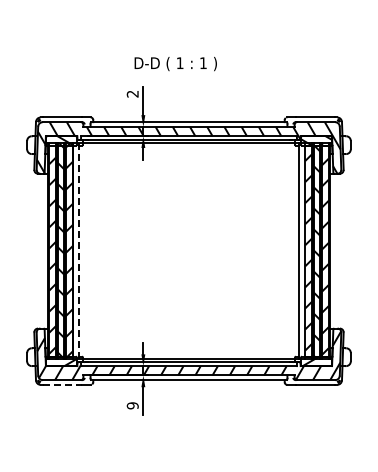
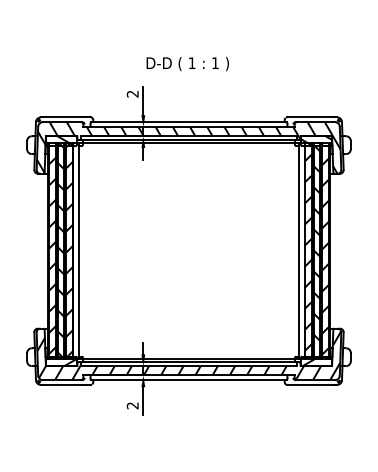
text at (175, 64) position: (175, 64) -> (187, 64)
line at (78, 251): dashed -> solid
line at (62, 384): dashed -> solid
text at (132, 405): 9 -> 2
